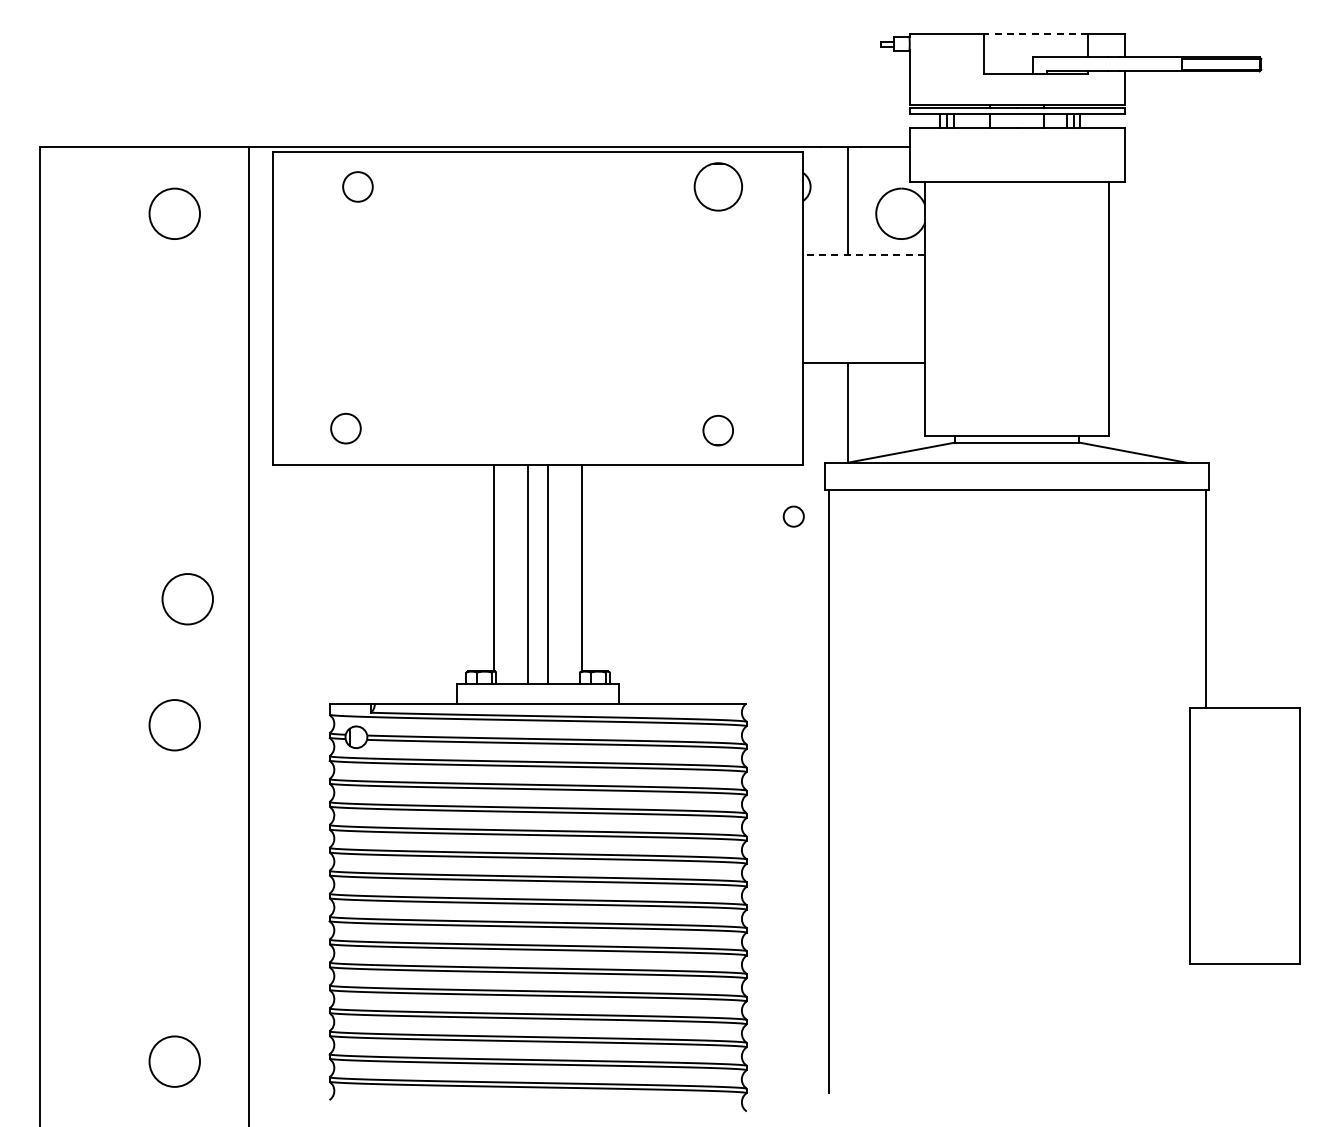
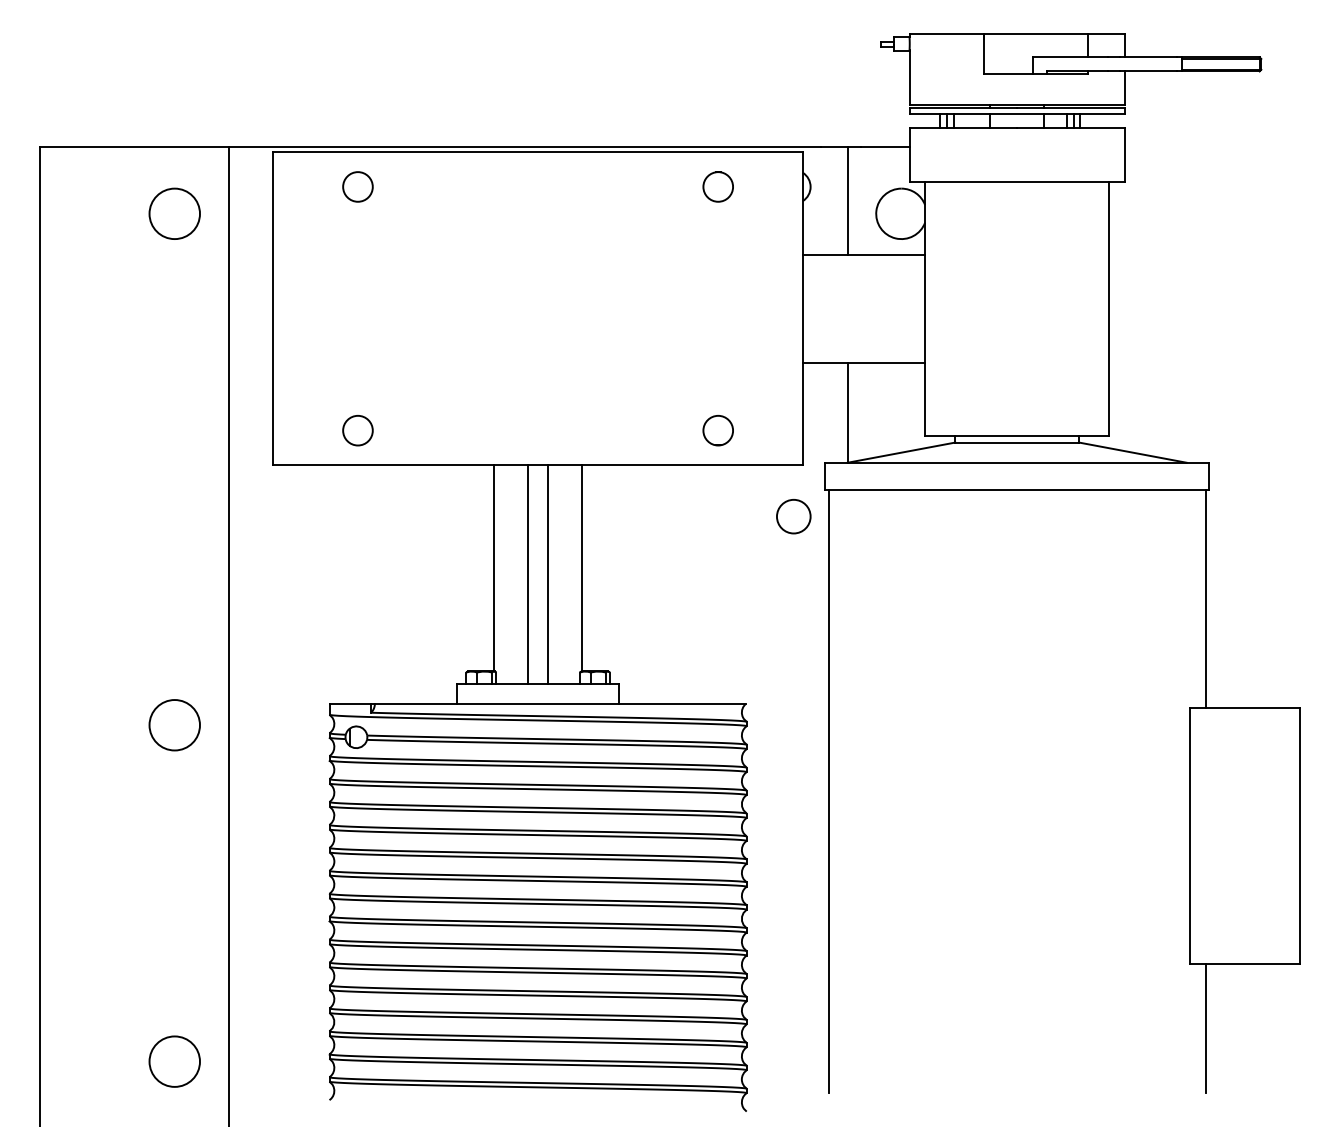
line at (1035, 33): dashed -> solid
circle at (717, 186) size: 50x50 px -> 32x32 px
line at (863, 254): dashed -> solid
circle at (345, 428) position: (345, 428) -> (357, 430)
circle at (793, 516) diameter: 20 px -> 34 px
circle at (187, 599): present -> none
line at (248, 634) position: (248, 634) -> (228, 634)
line at (1205, 1028): none -> present
